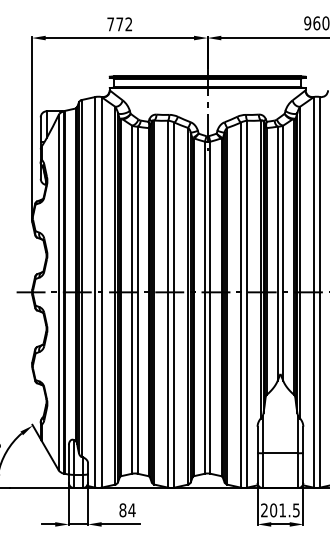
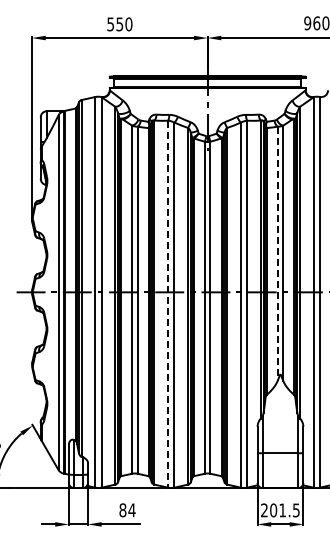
text at (119, 24): 772 -> 550
line at (277, 254): solid -> dashed
line at (168, 304): solid -> dashed
